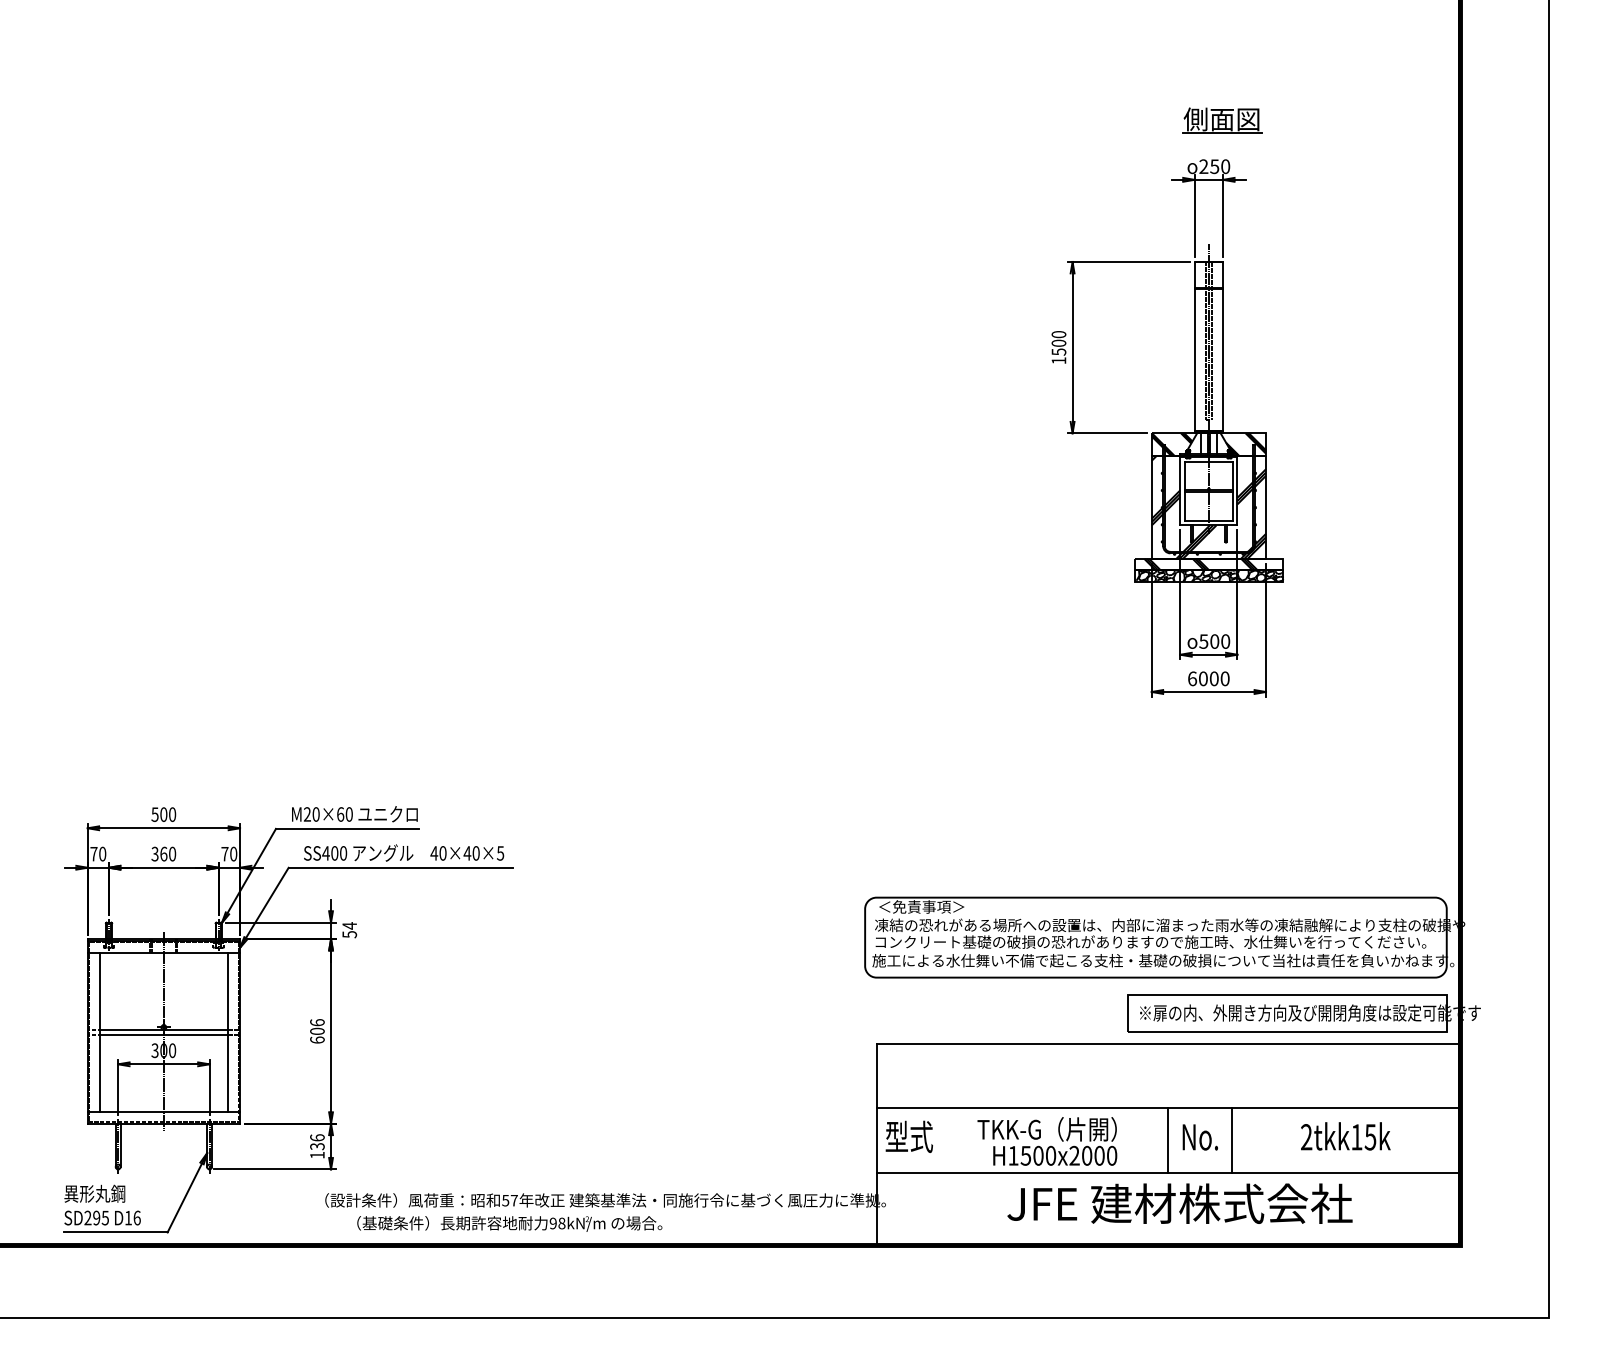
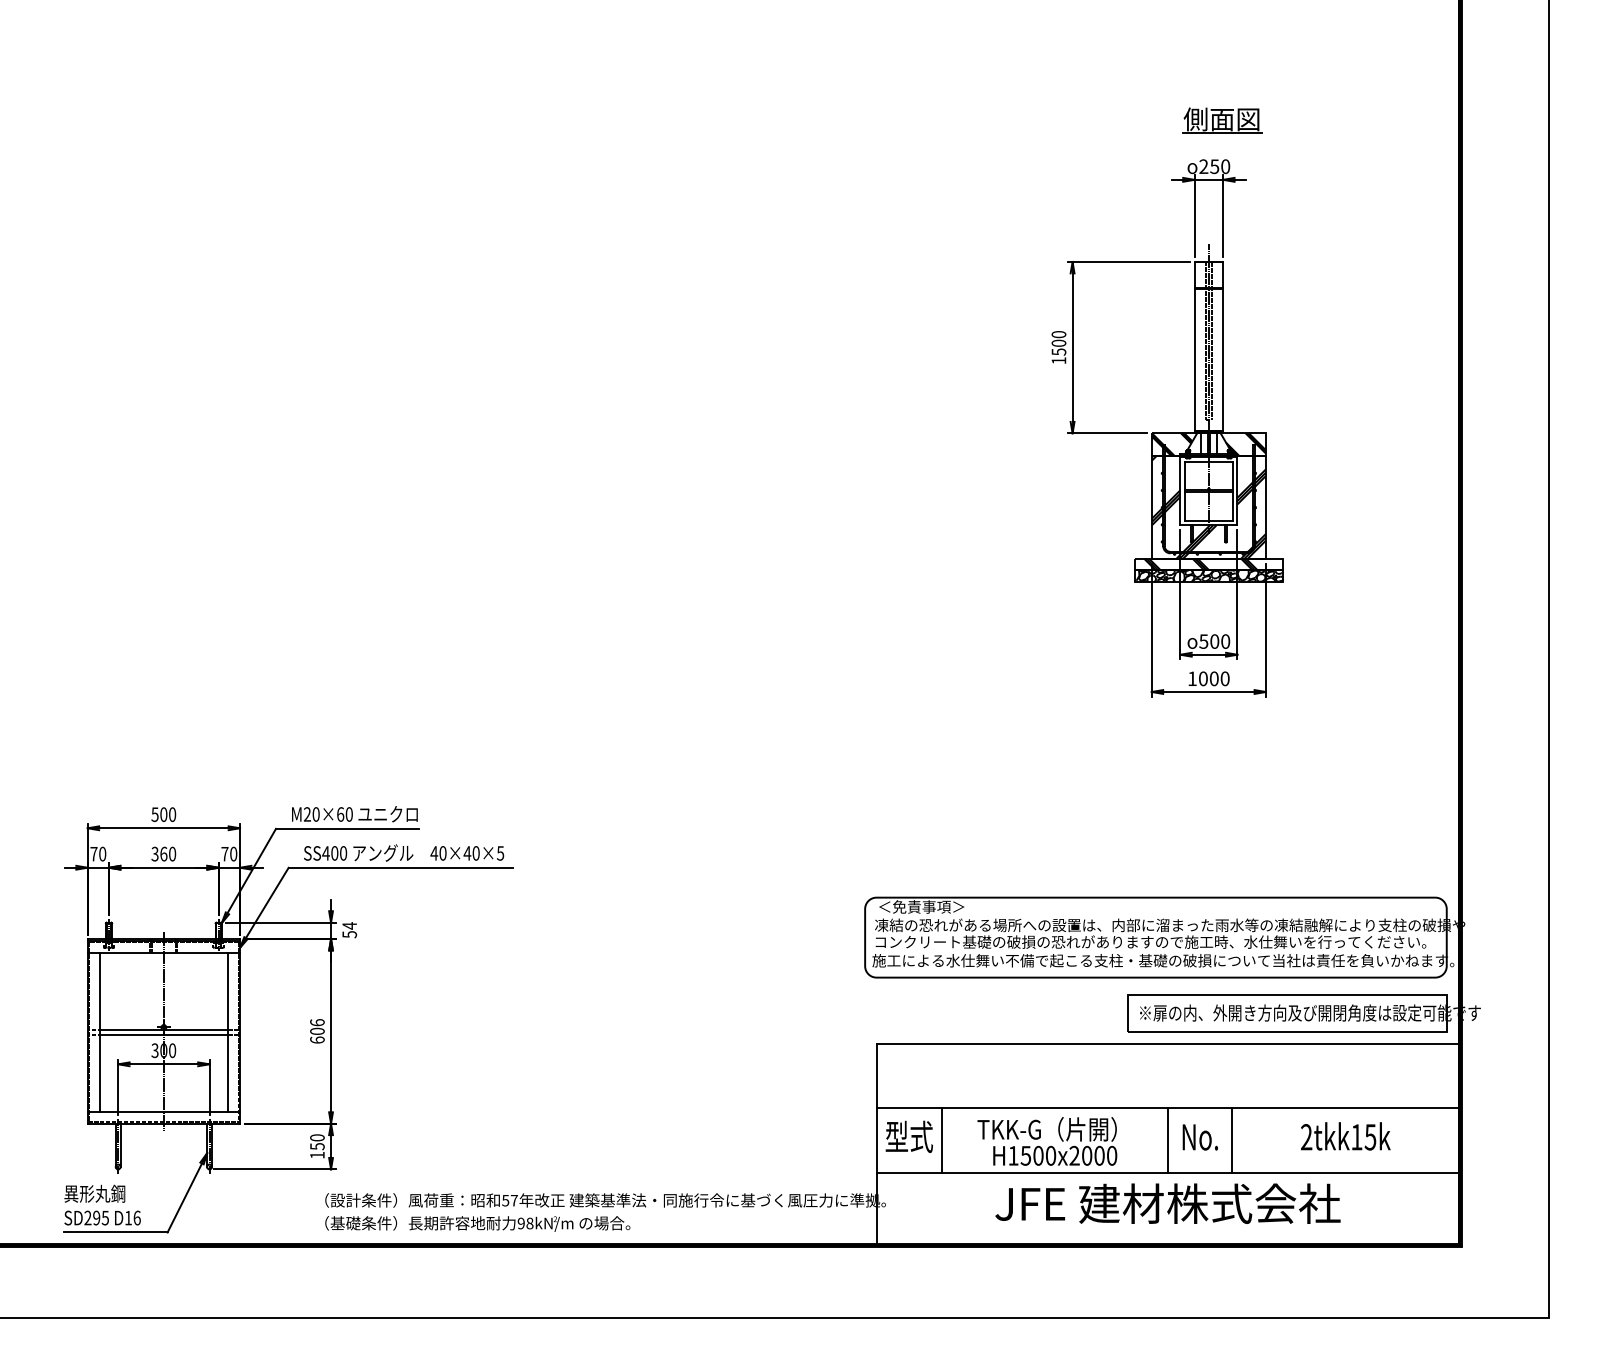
text at (1192, 678): 6000 -> 1000
line at (941, 1140): none -> present
text at (317, 1141): 136 -> 150
text at (1179, 1203) position: (1179, 1203) -> (1167, 1203)
text at (509, 1223) position: (509, 1223) -> (477, 1223)
